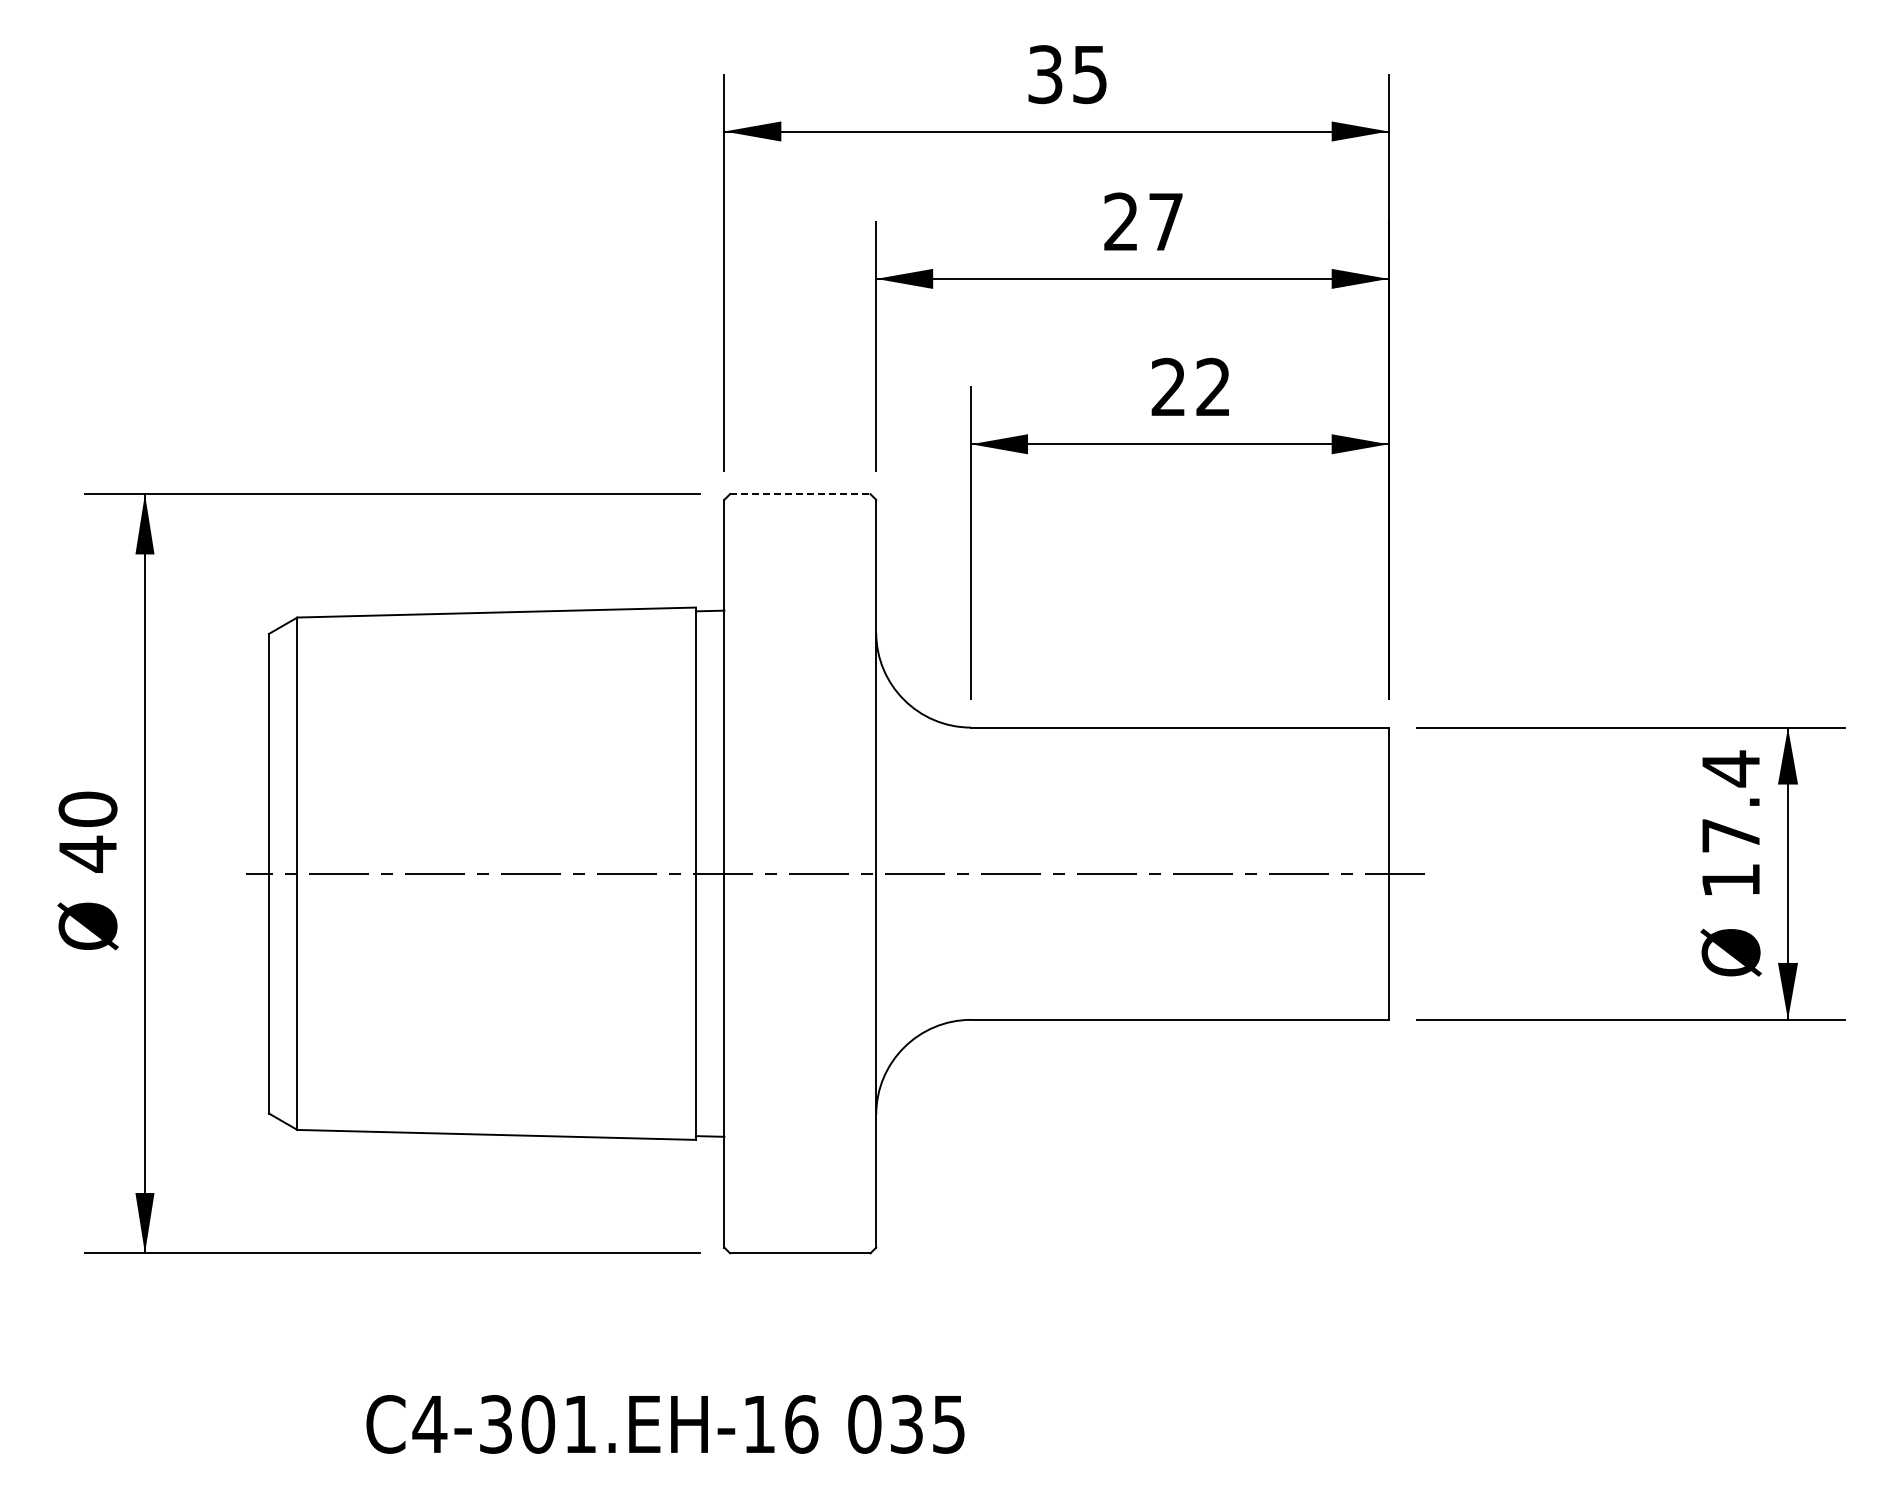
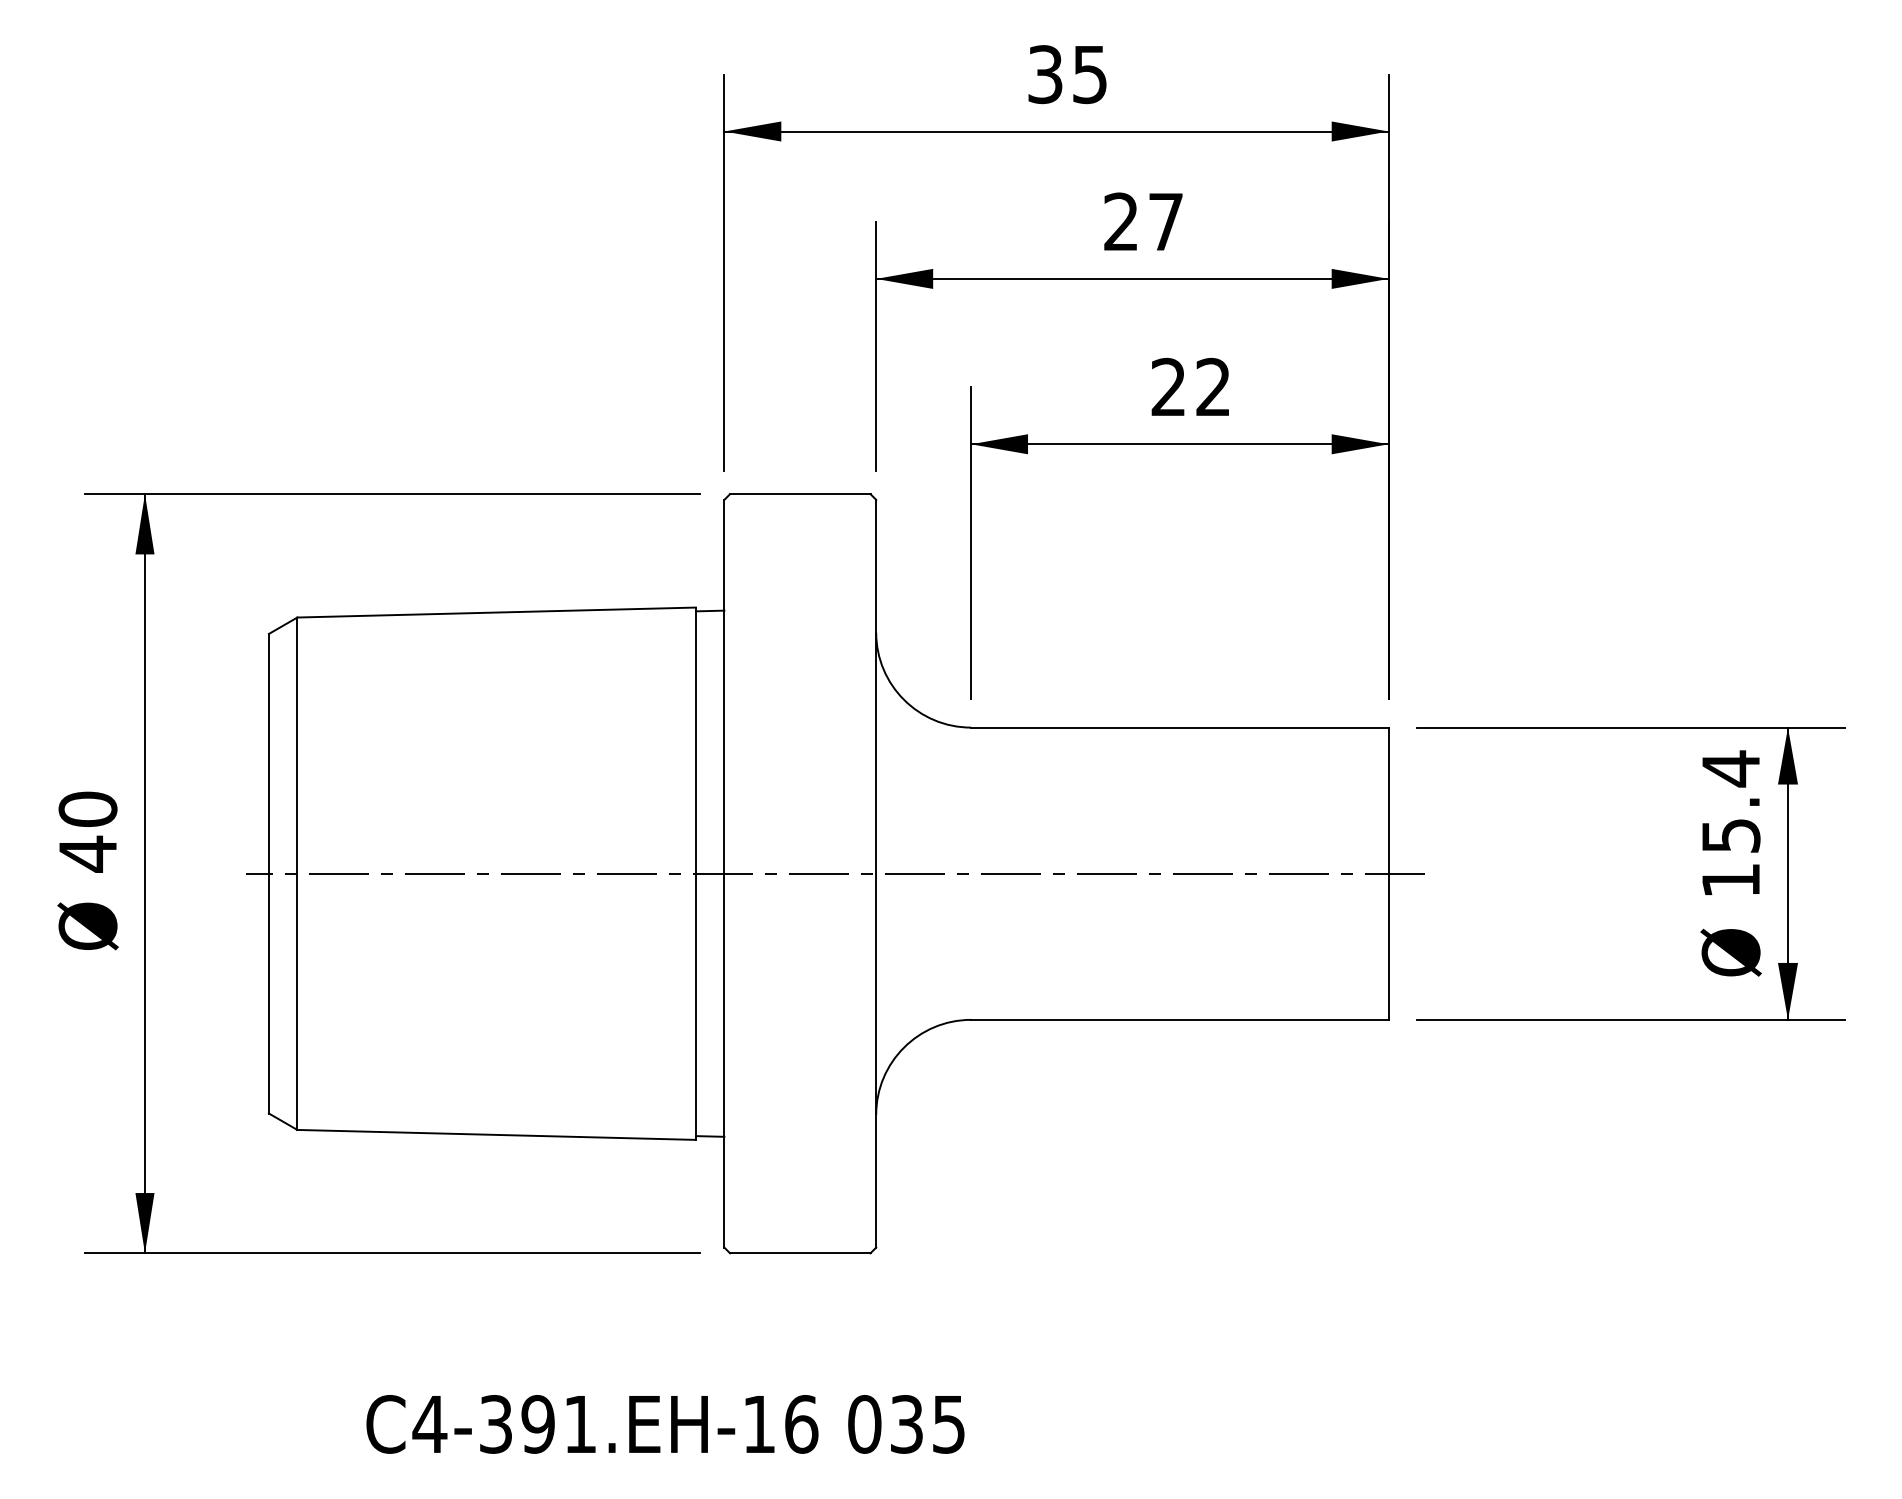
line at (800, 494): dashed -> solid
text at (1731, 835): 17.4 -> 15.4
text at (537, 1424): C4-301.EH-16 -> C4-391.EH-16
